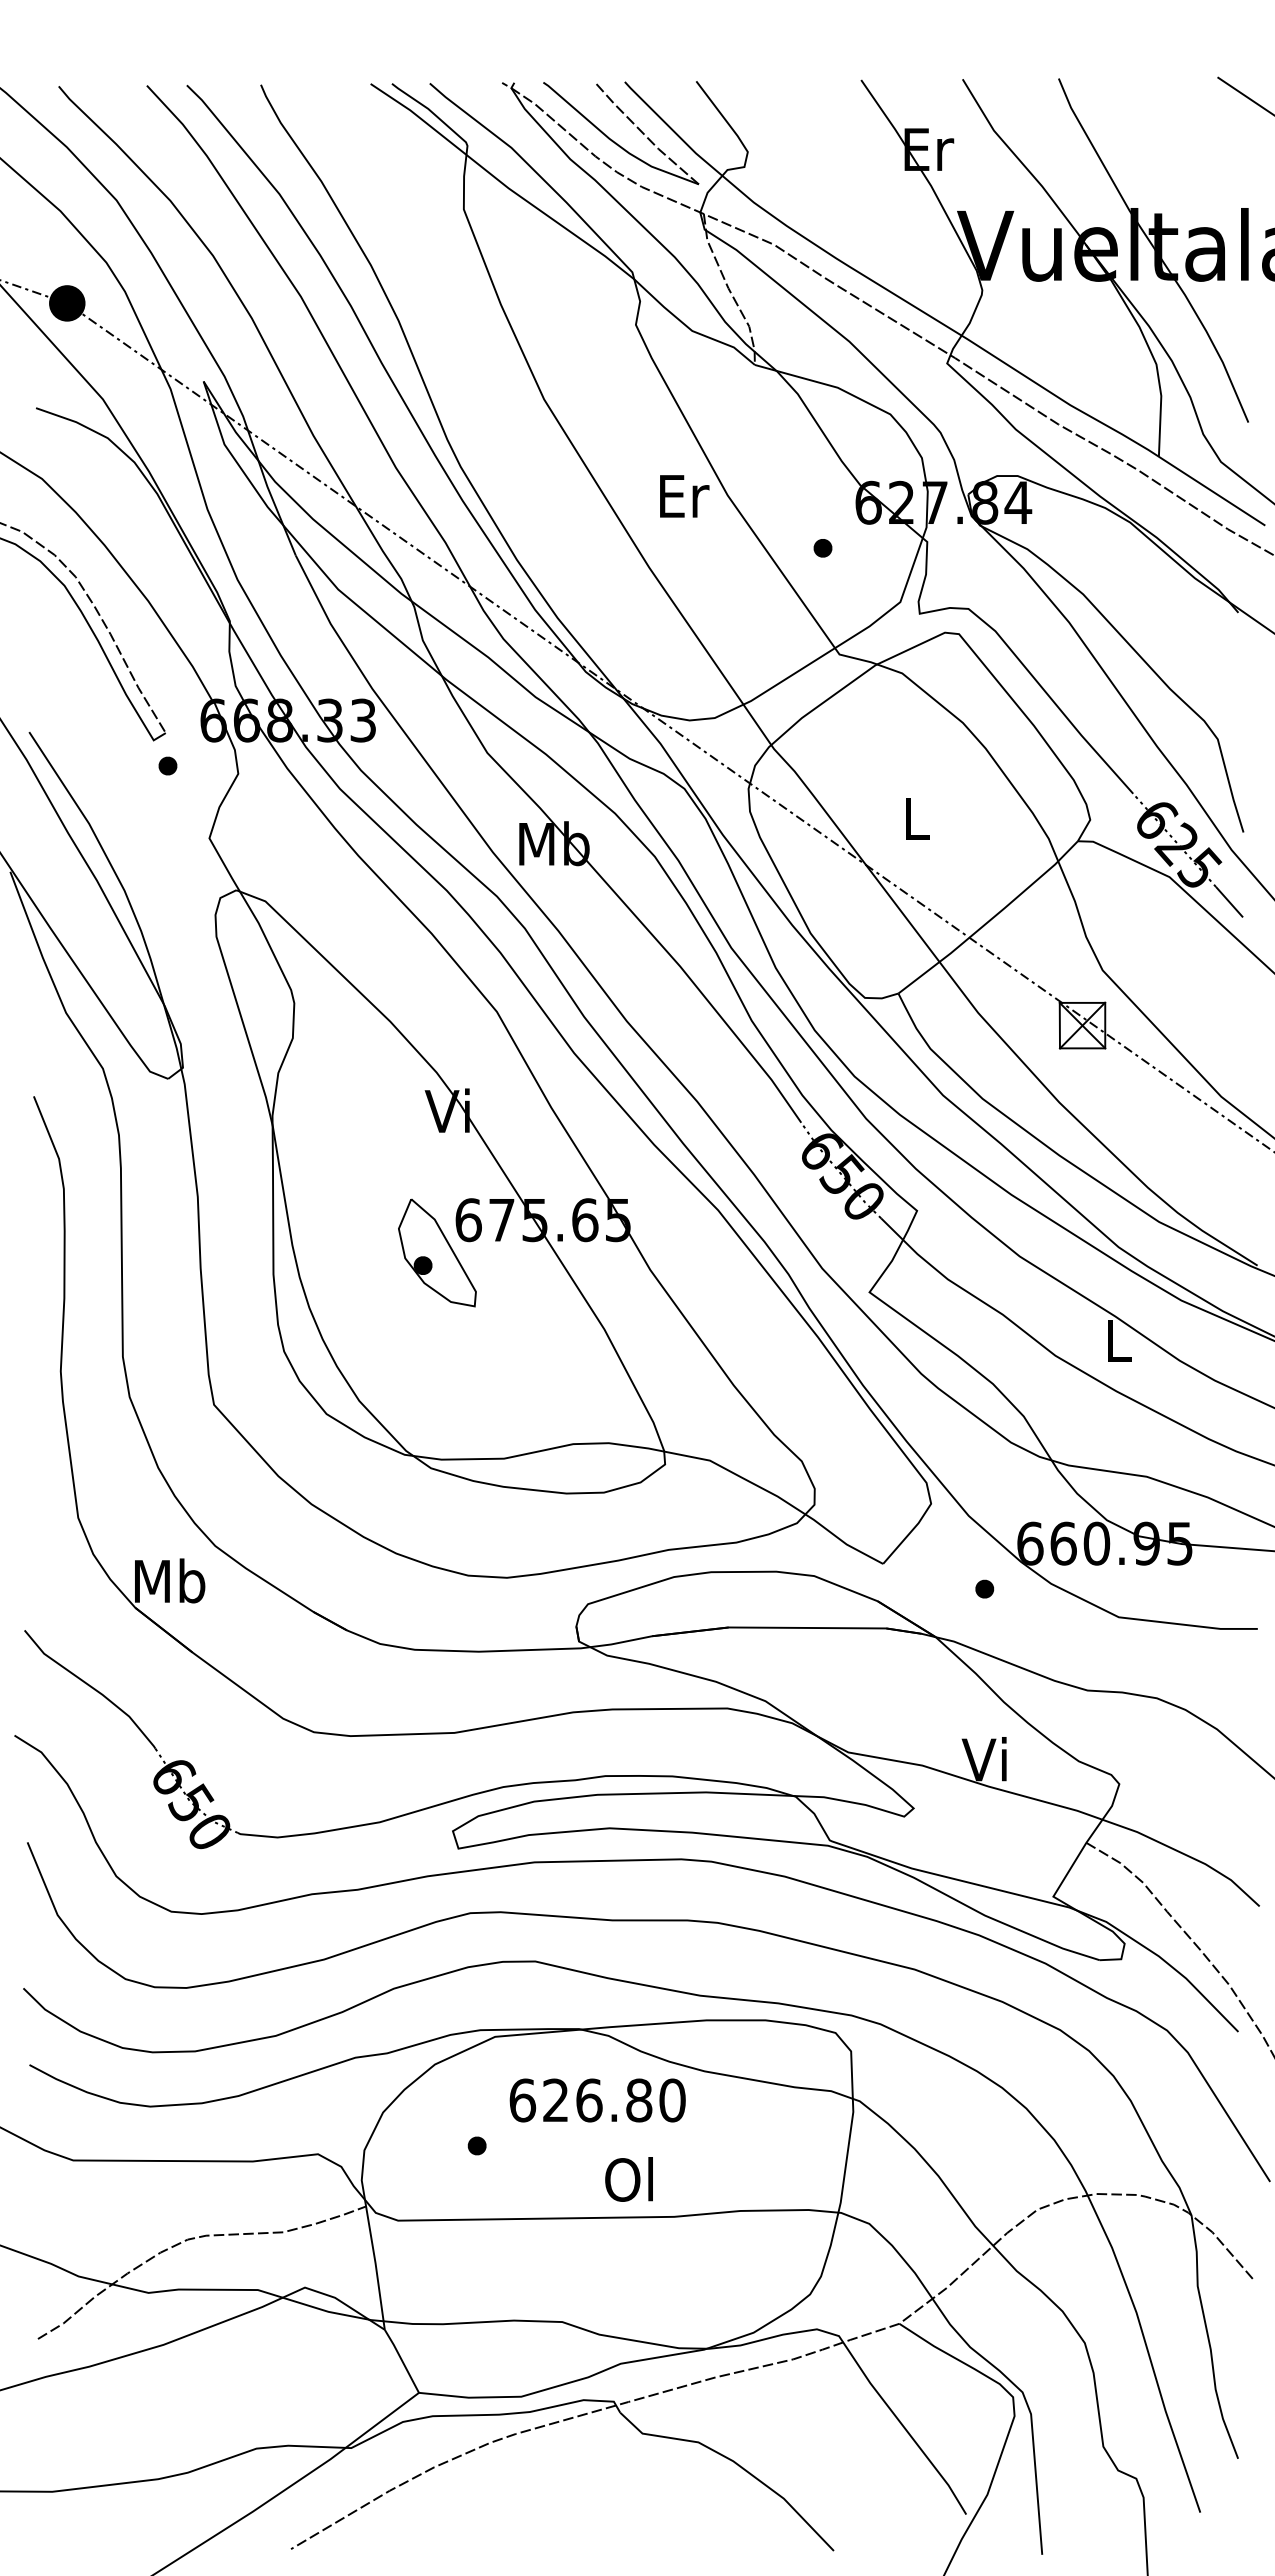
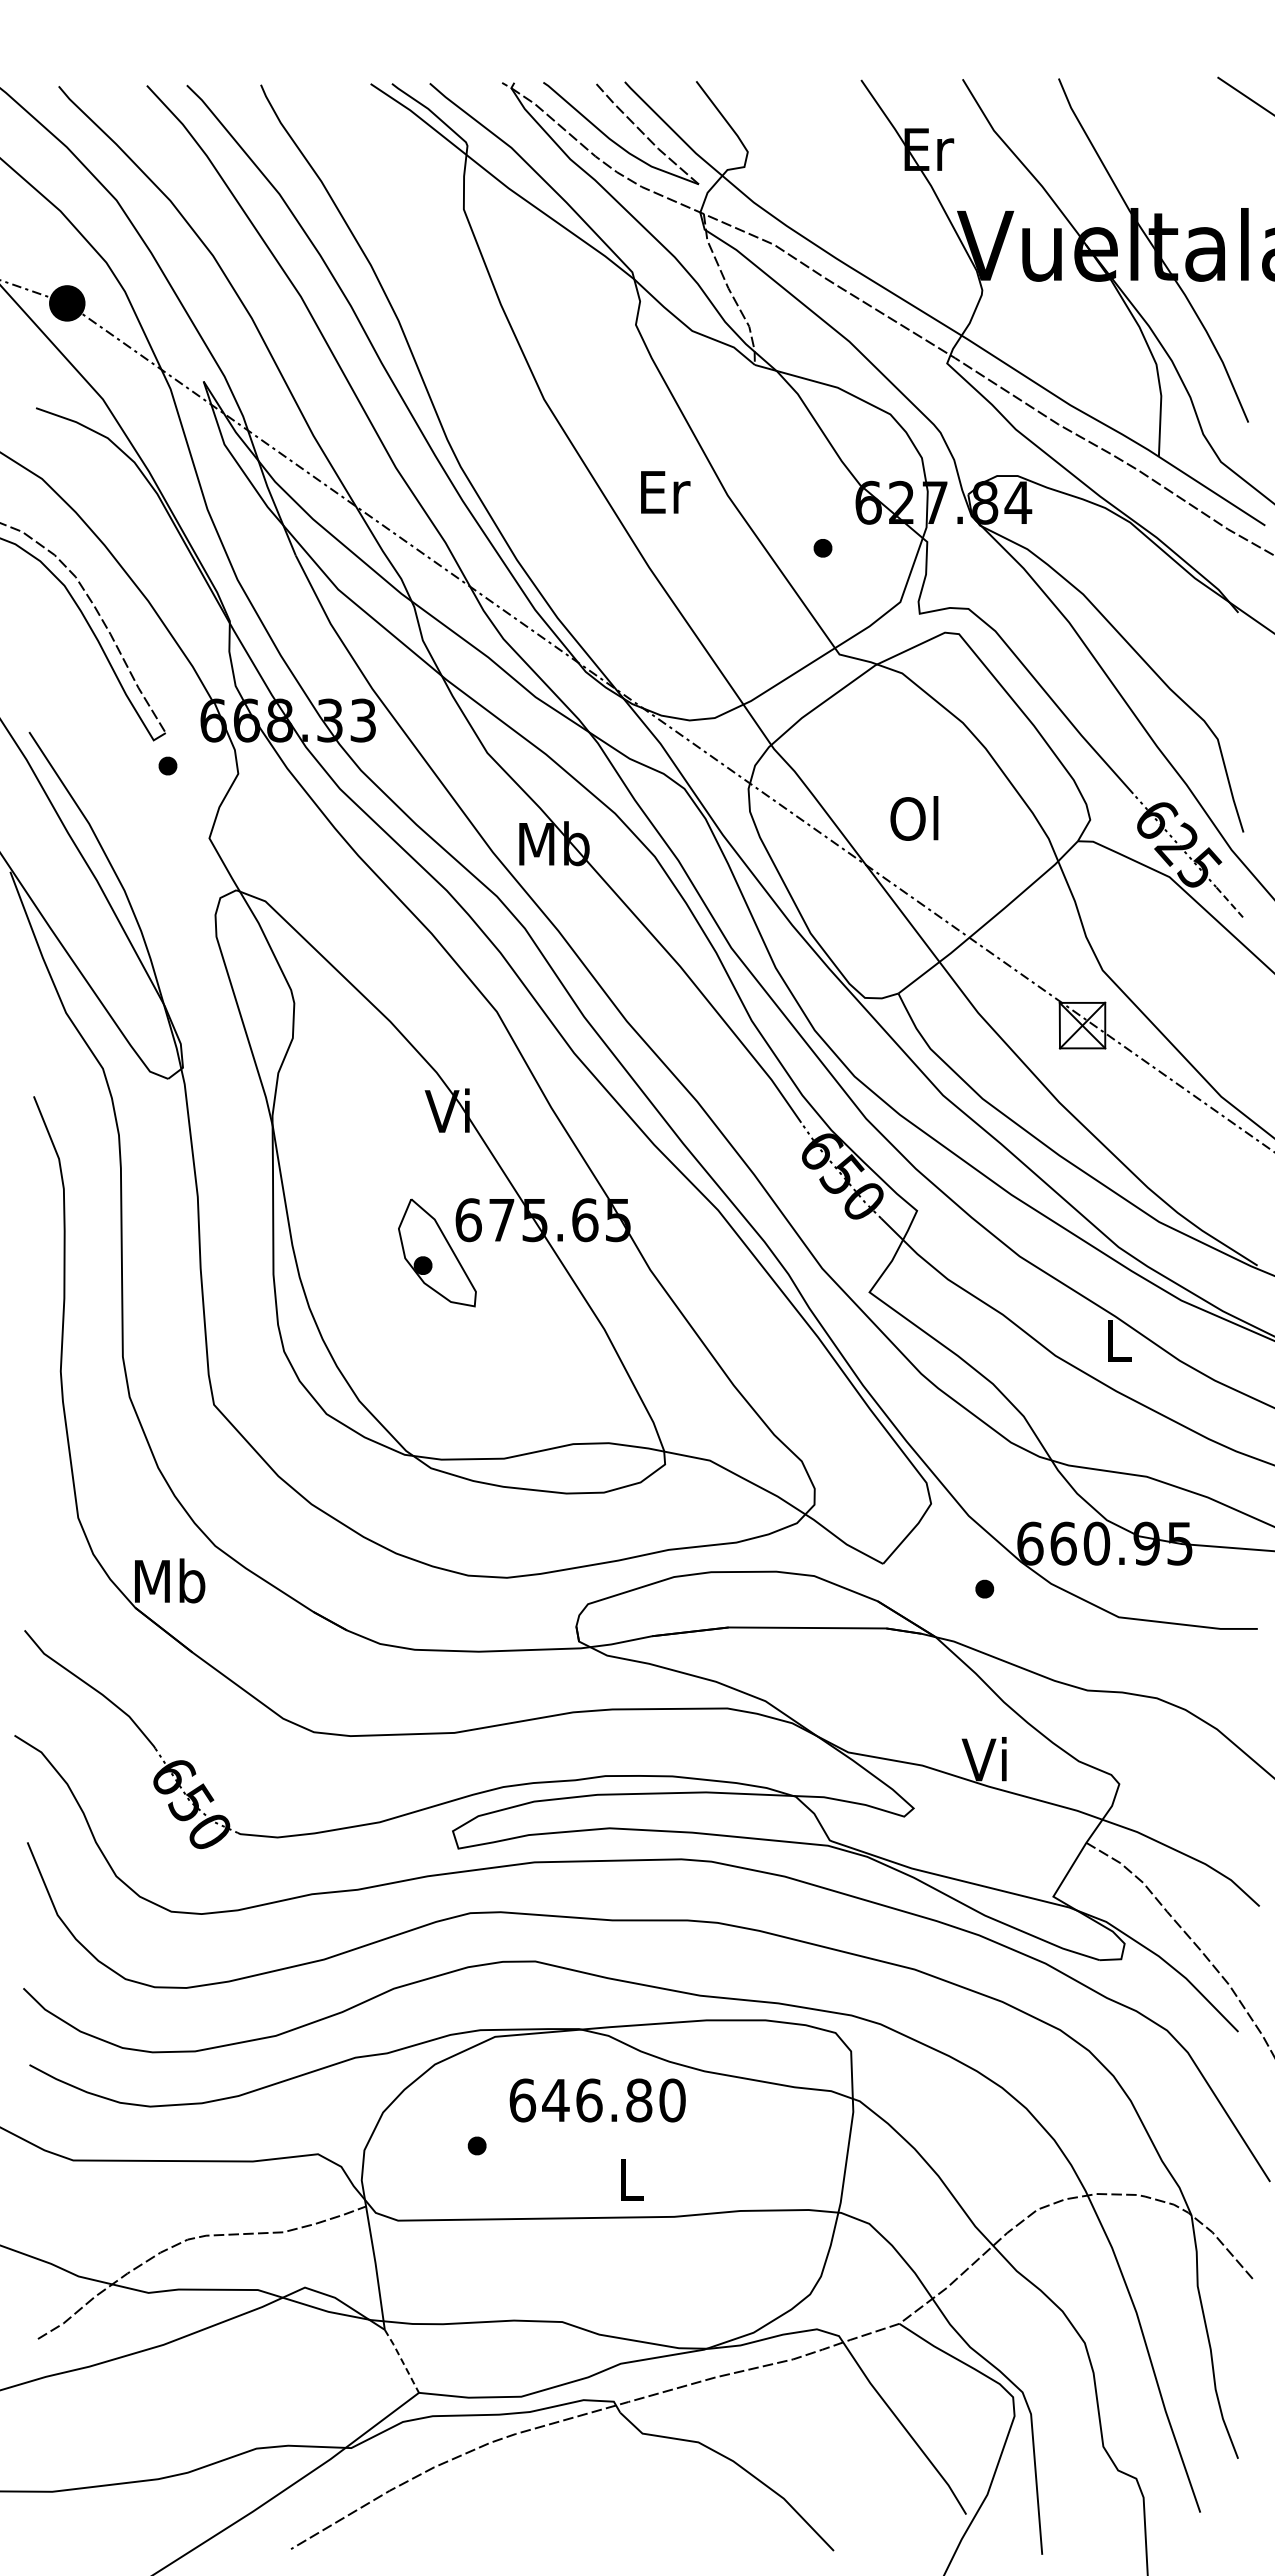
text at (684, 496) position: (684, 496) -> (665, 492)
text at (914, 818): L -> Ol
line at (1229, 901): solid -> dashed
text at (555, 2099): 626.80 -> 646.80
text at (628, 2179): Ol -> L
line at (402, 2360): solid -> dashed
